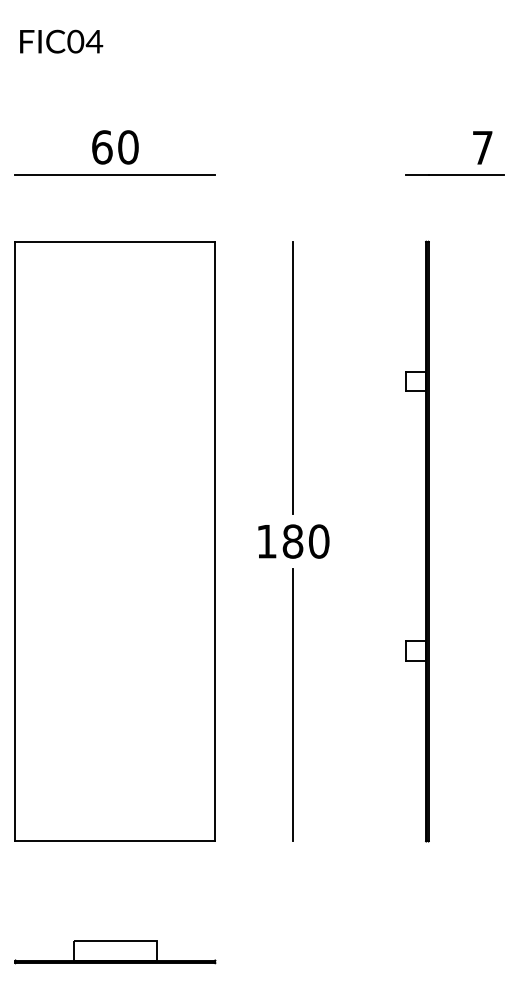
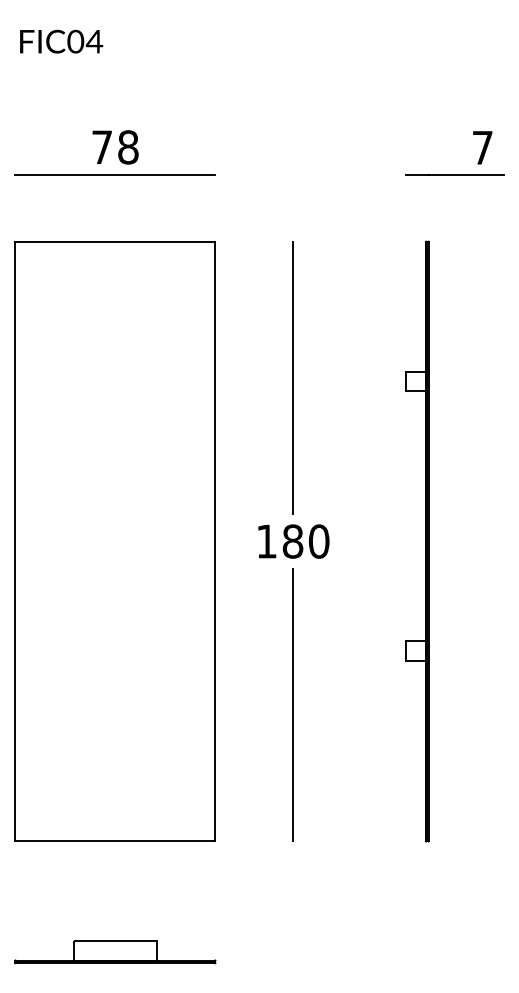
text at (115, 147): 60 -> 78
